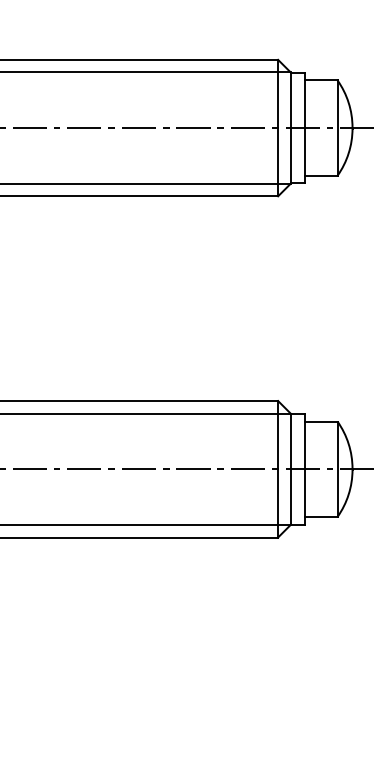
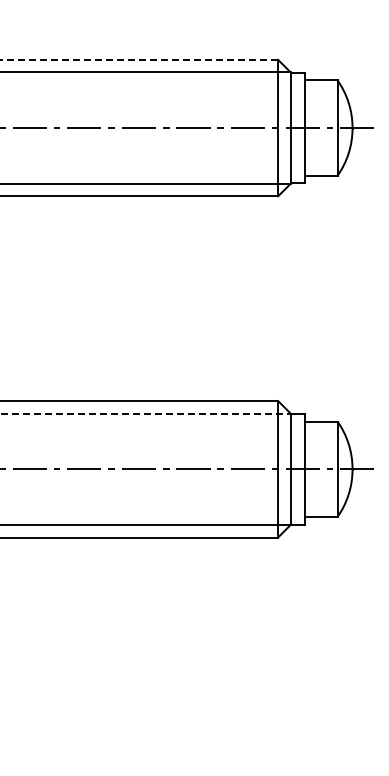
line at (139, 59): solid -> dashed
line at (145, 413): solid -> dashed
